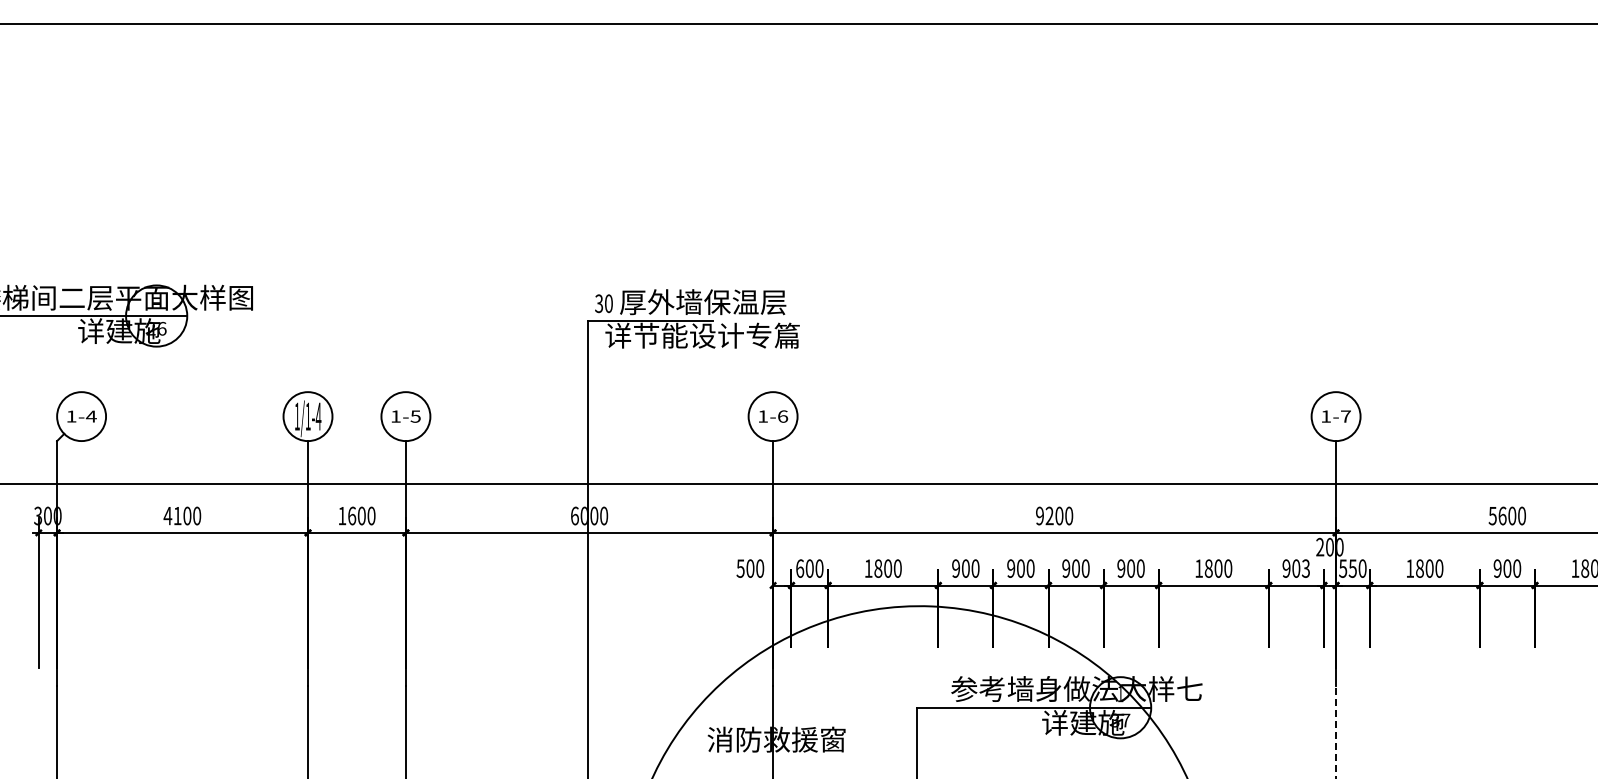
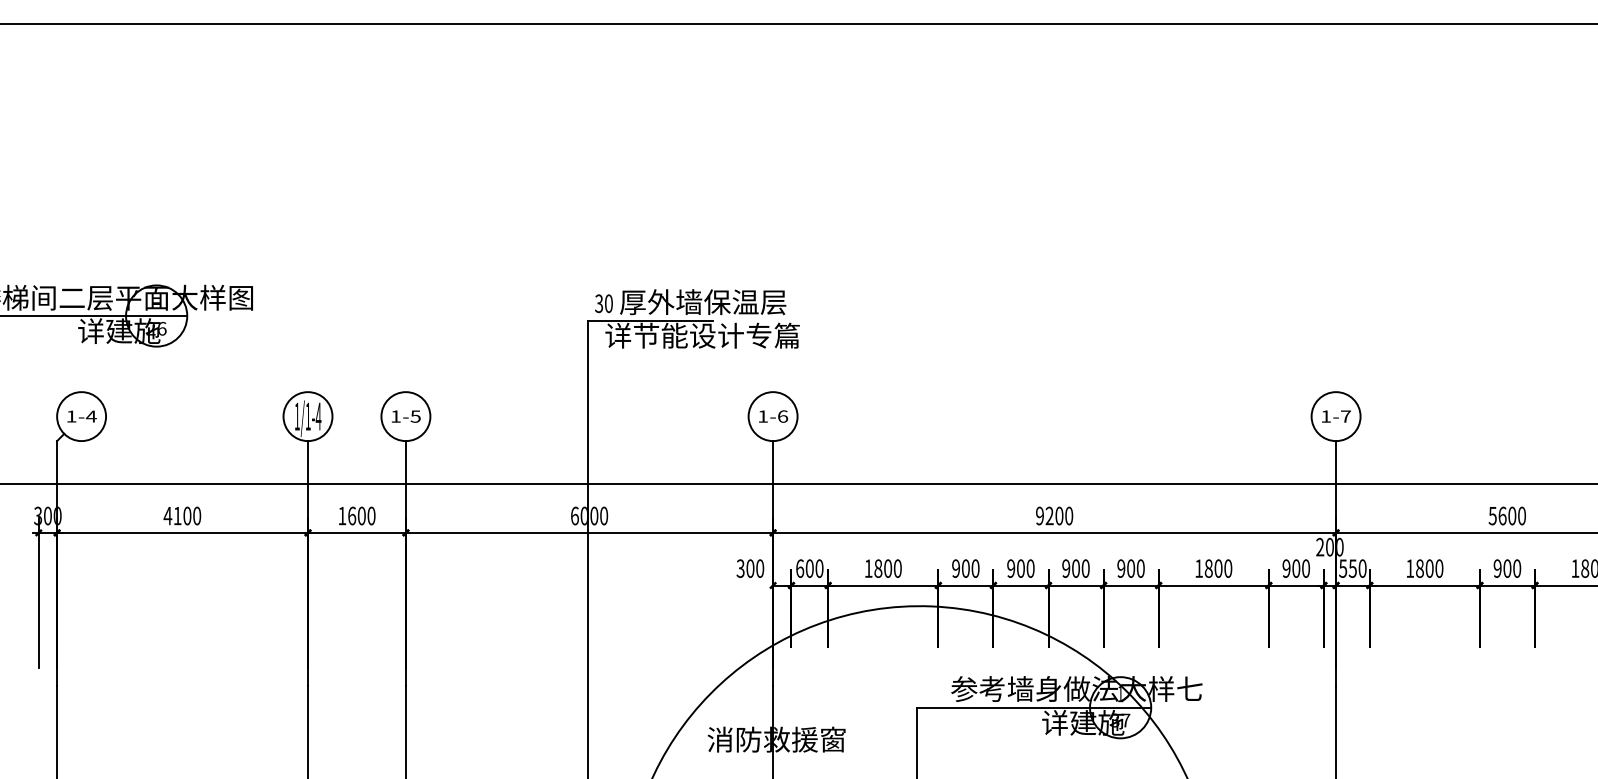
text at (740, 568): 500 -> 300
text at (1305, 568): 903 -> 900
line at (1336, 731): dashed -> solid
